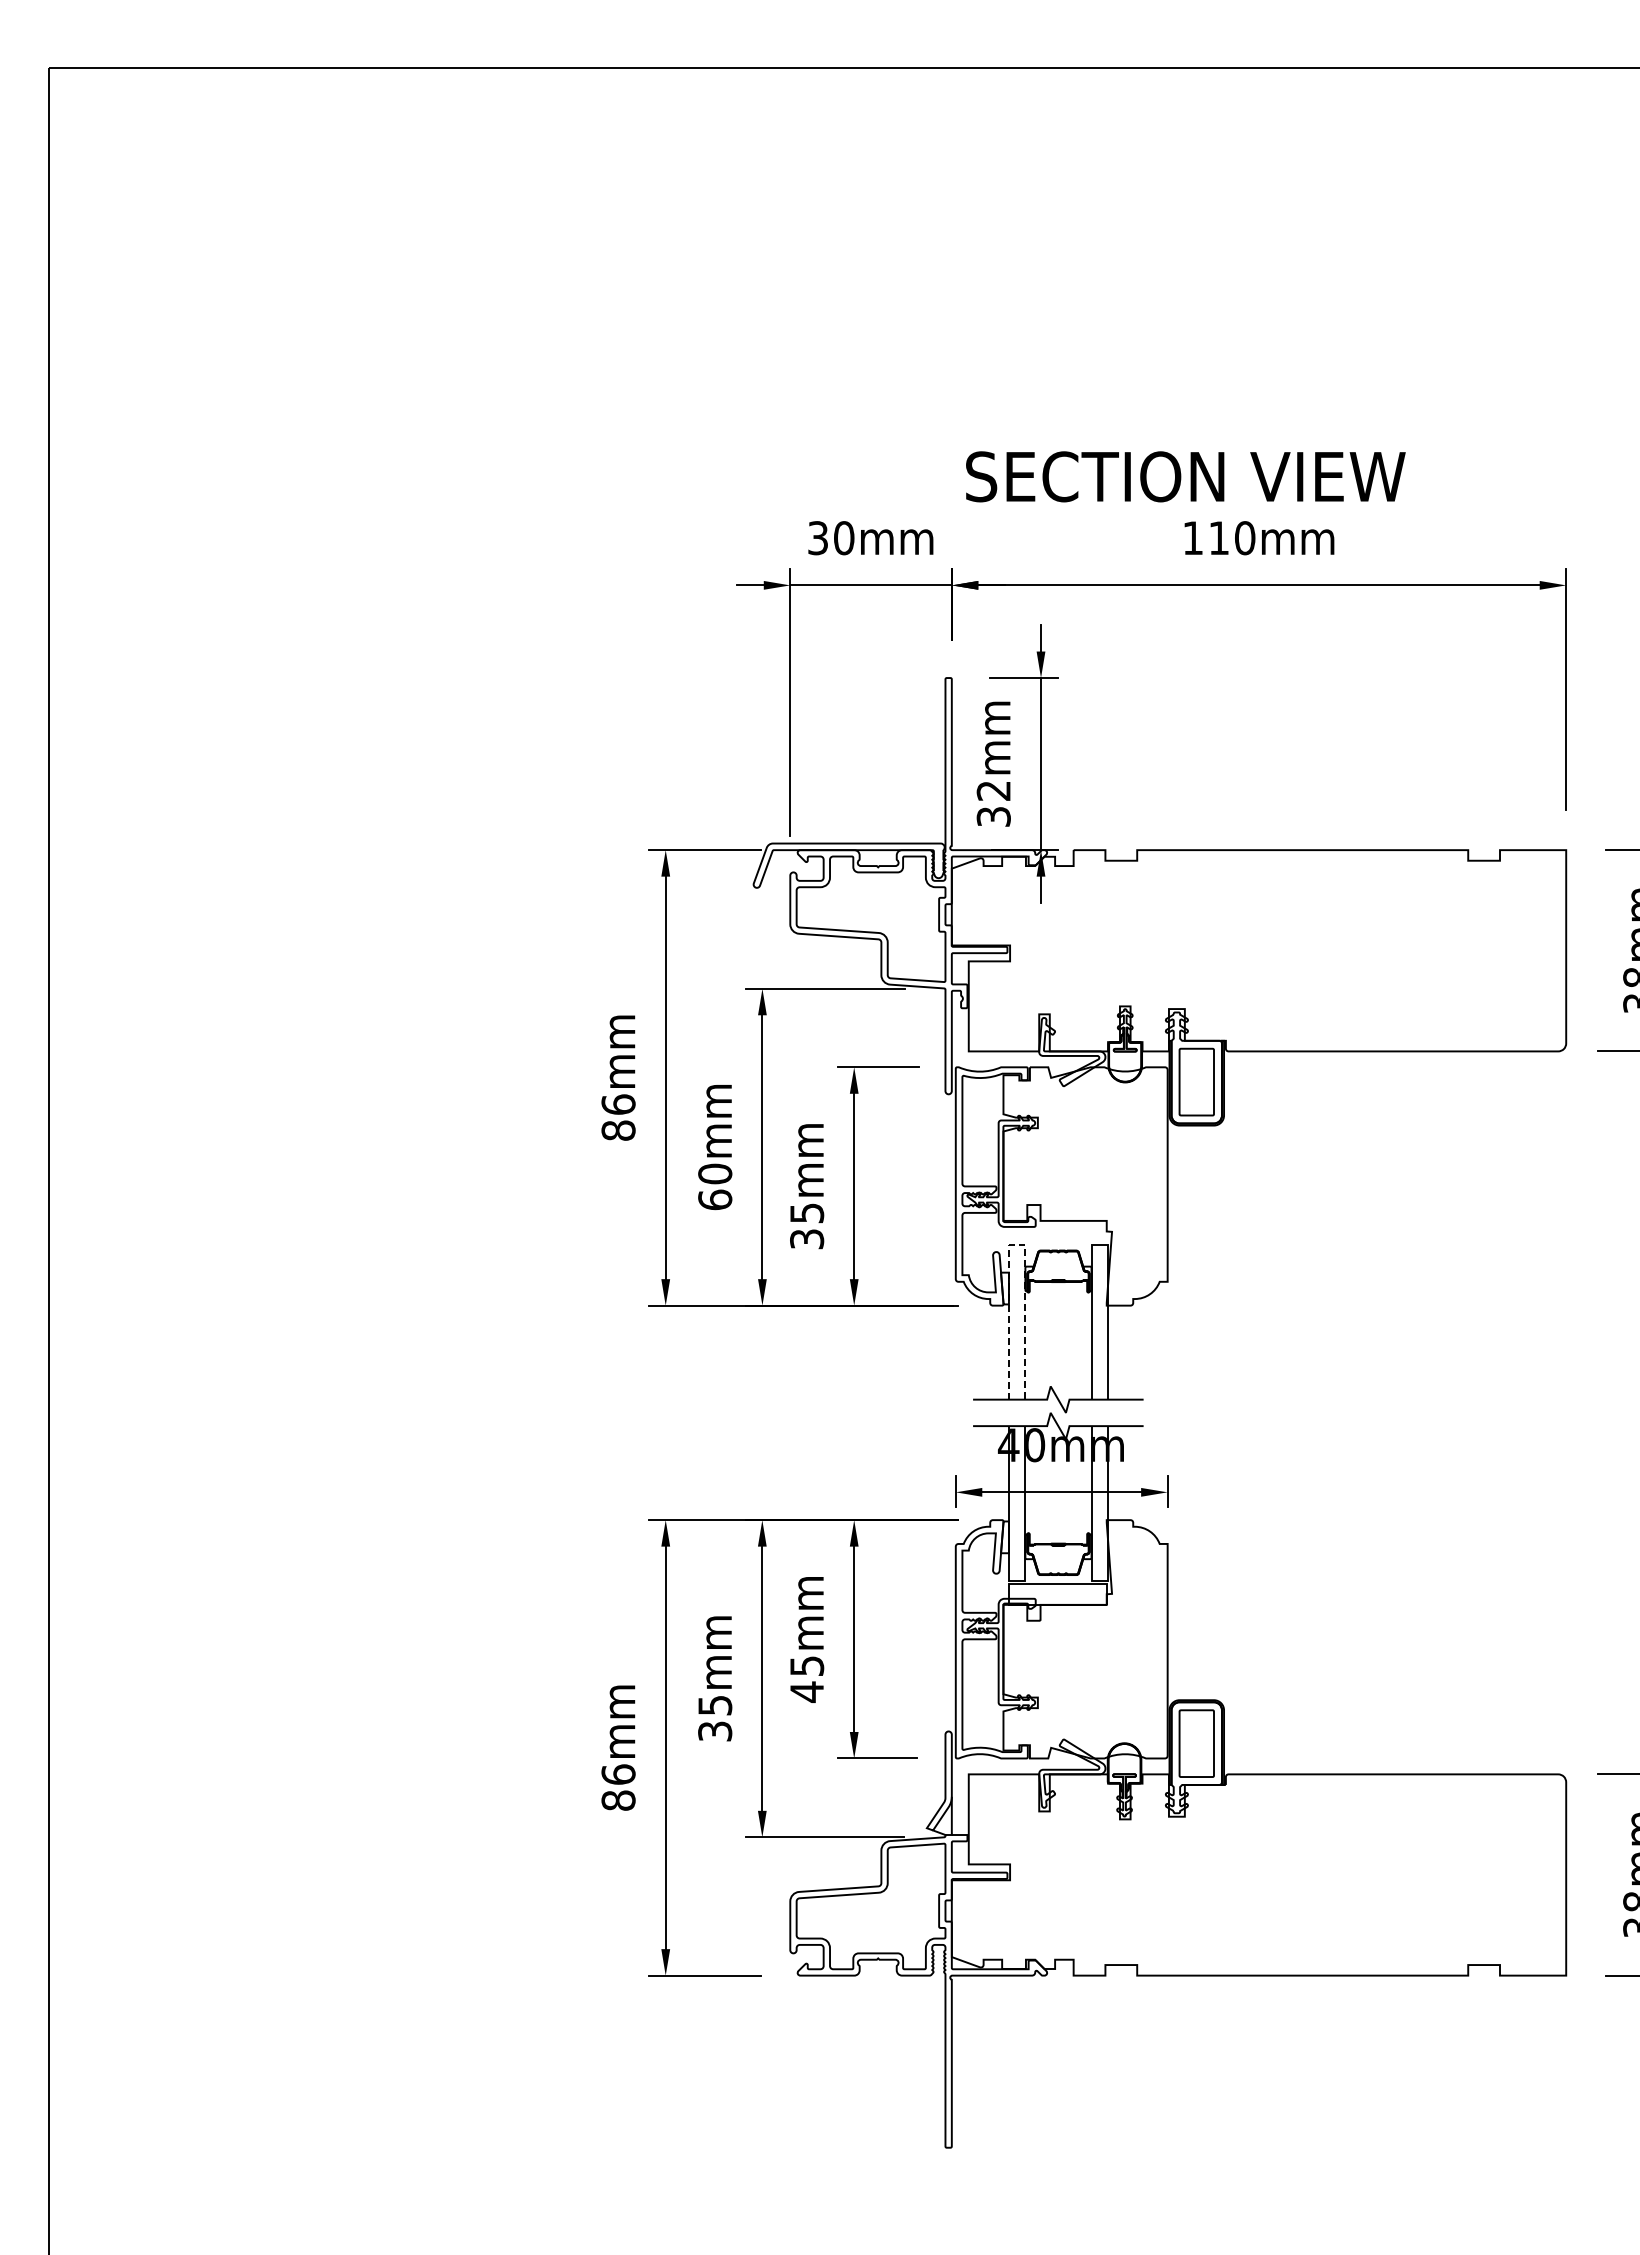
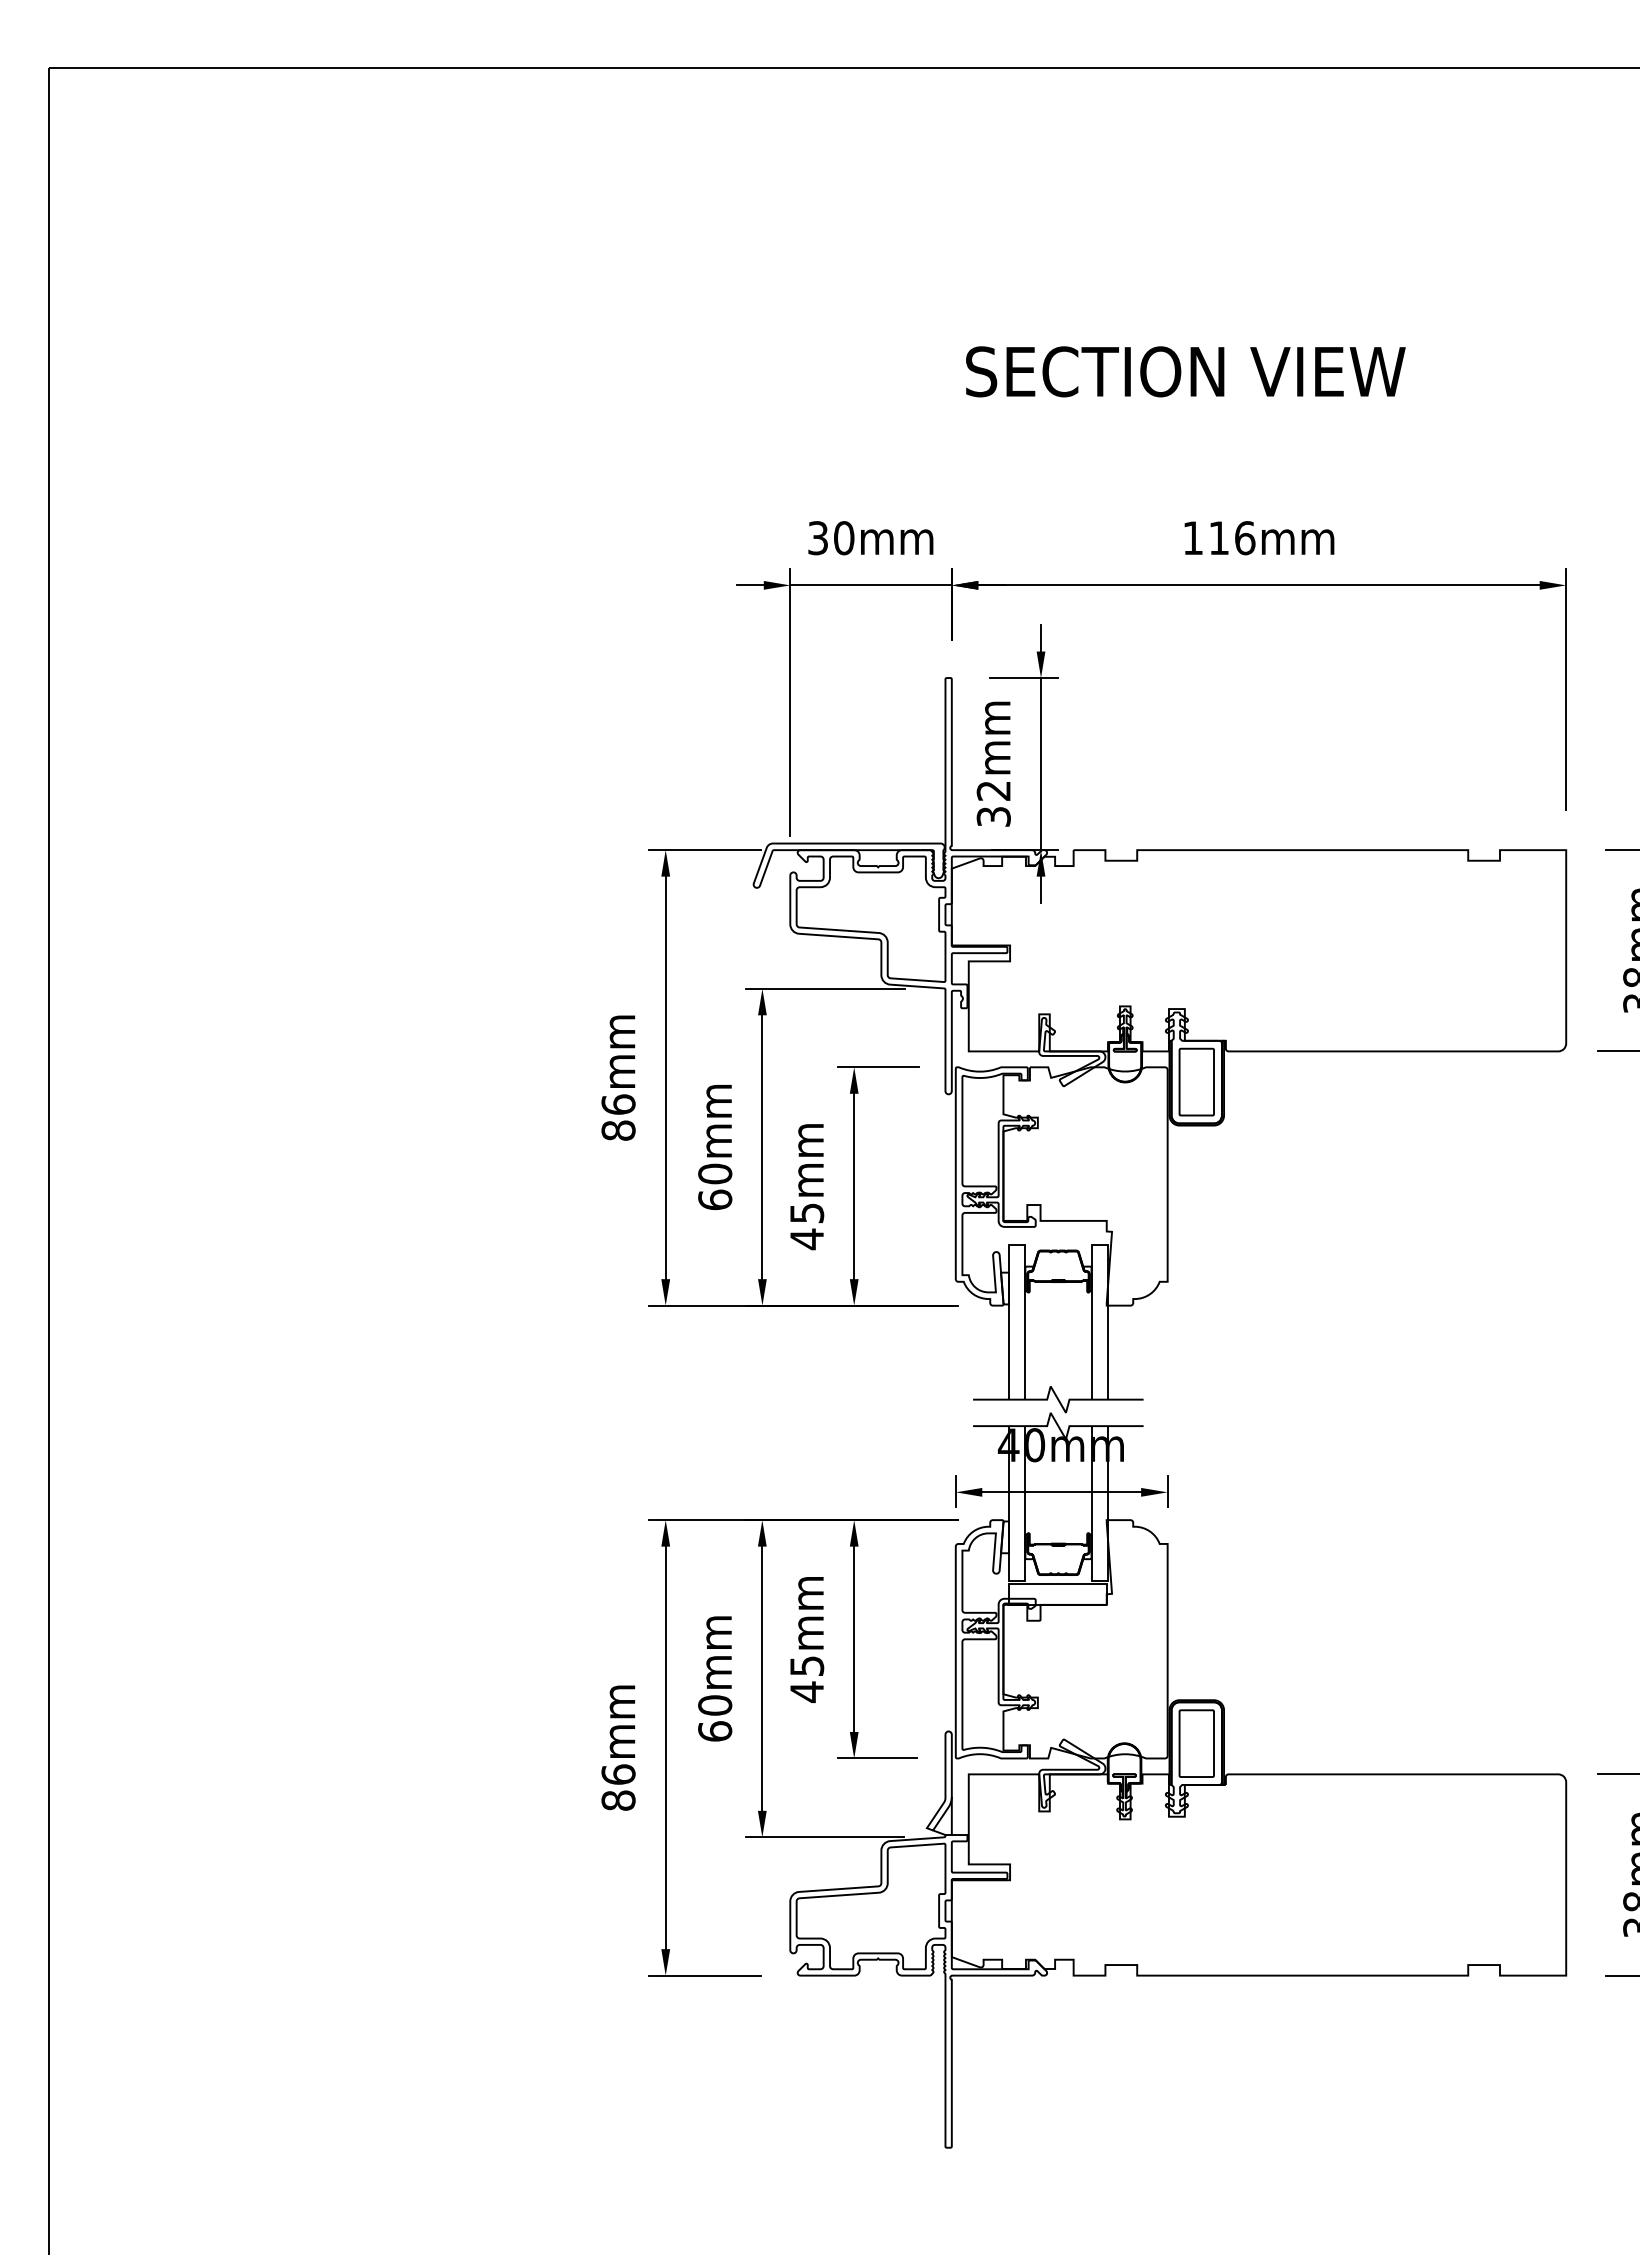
text at (1185, 476) position: (1185, 476) -> (1185, 371)
text at (1245, 538): 110mm -> 116mm
text at (807, 1239): 35mm -> 45mm
line at (1017, 1244): dashed -> solid
text at (715, 1718): 35mm -> 60mm
